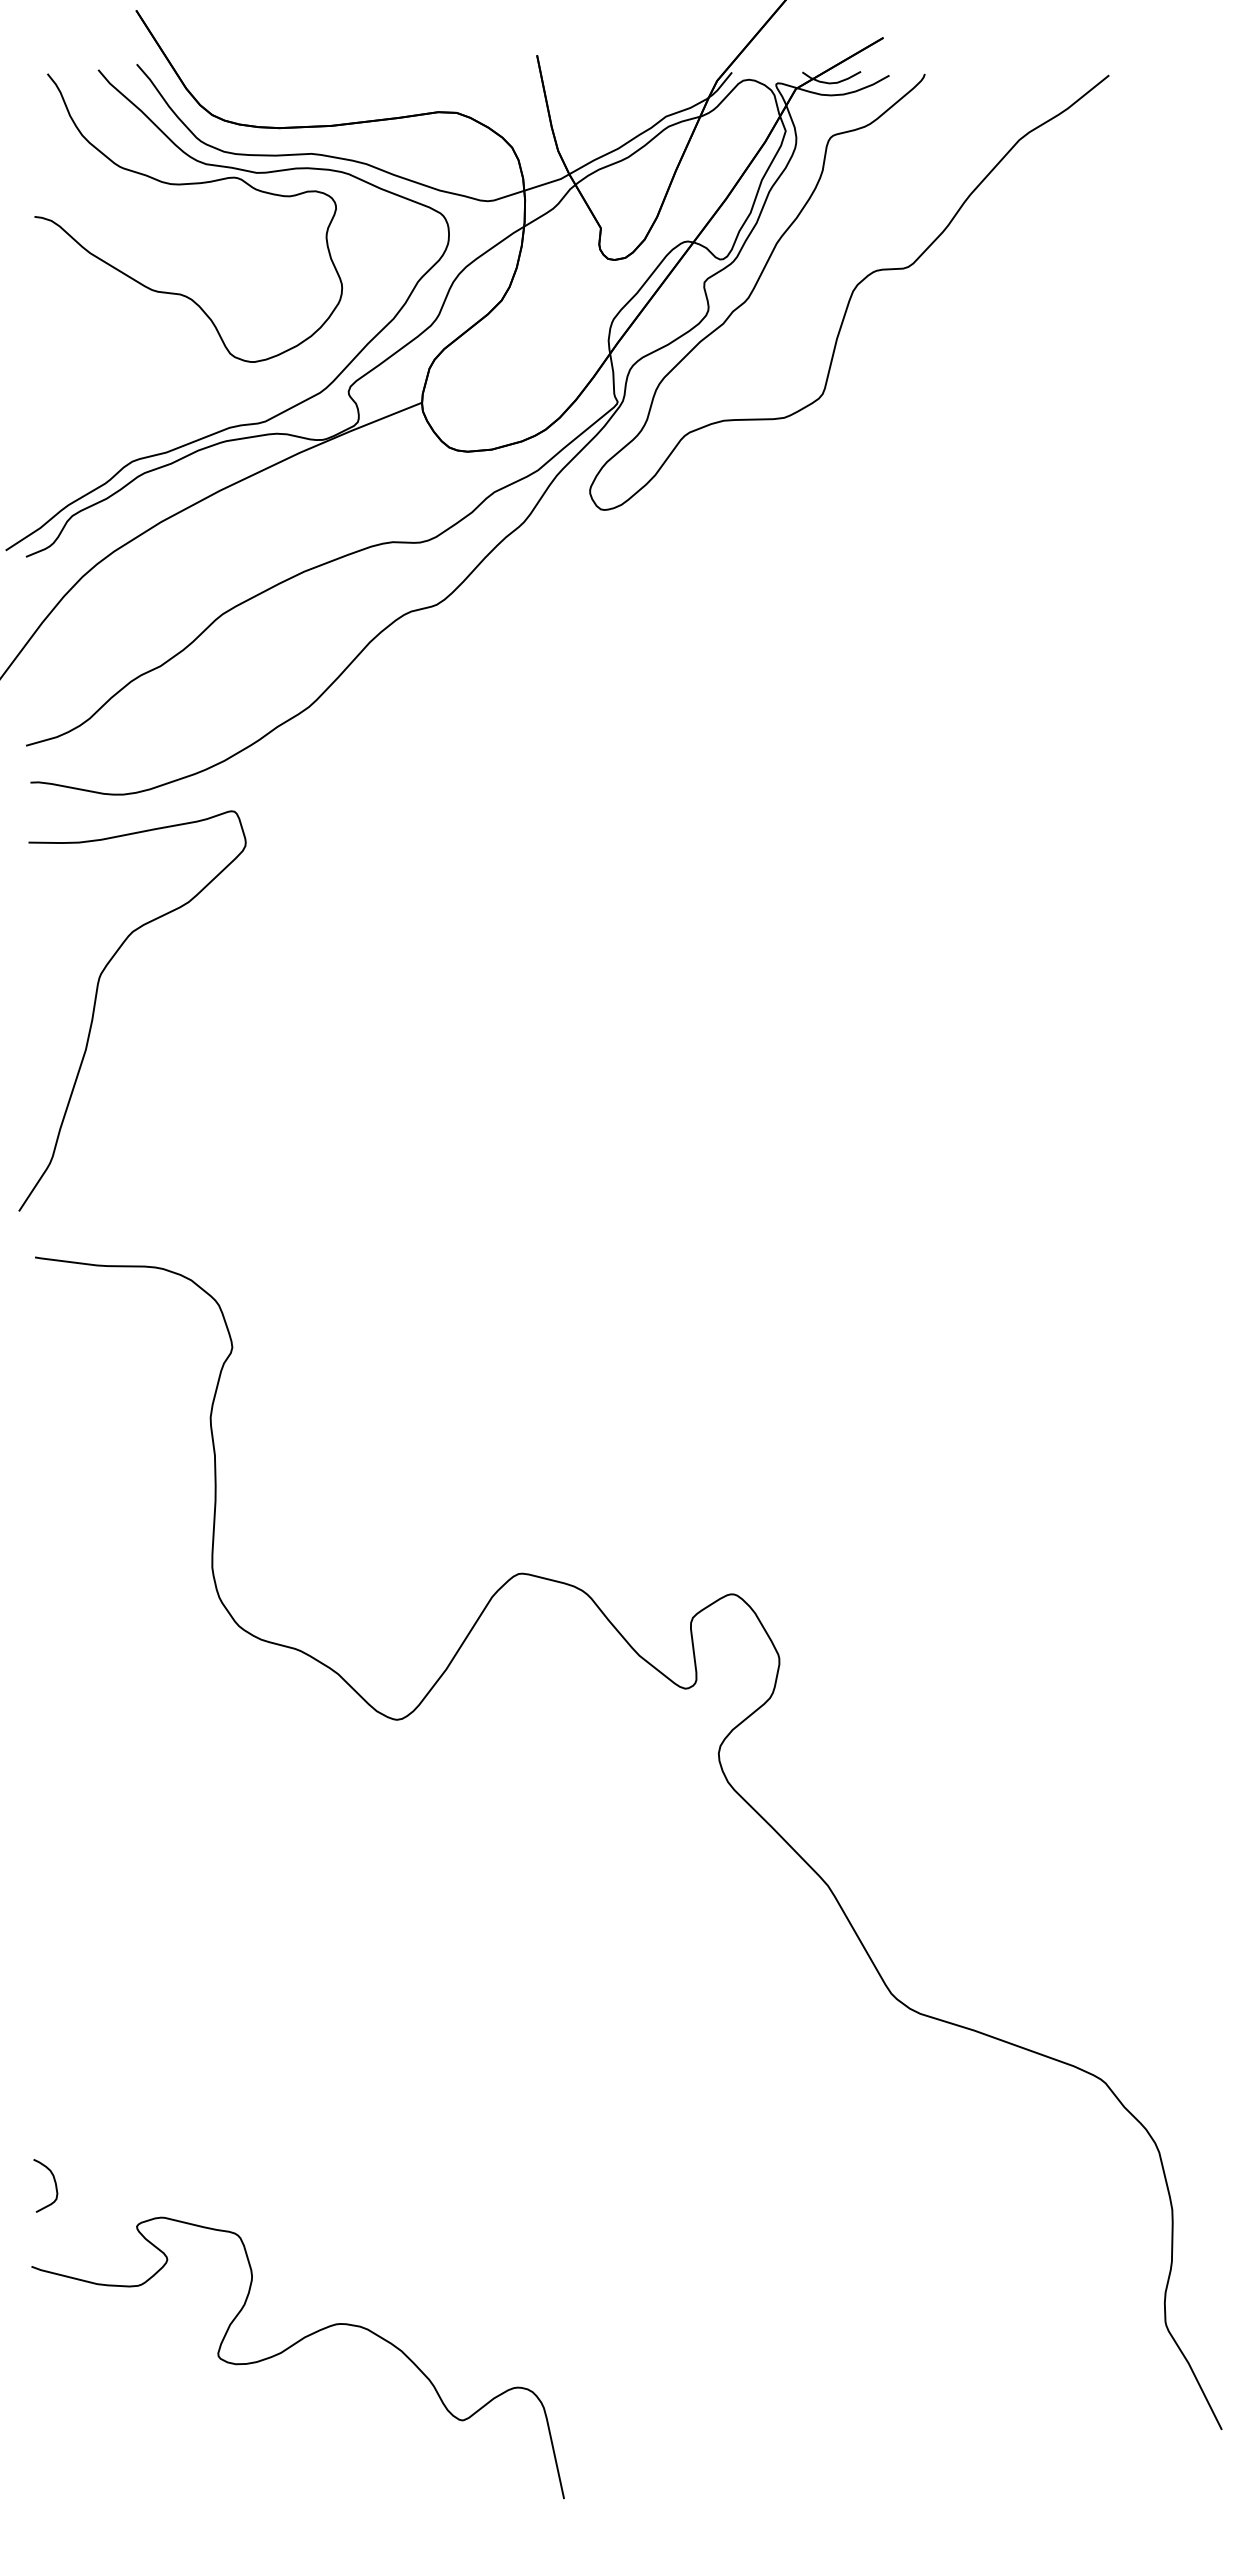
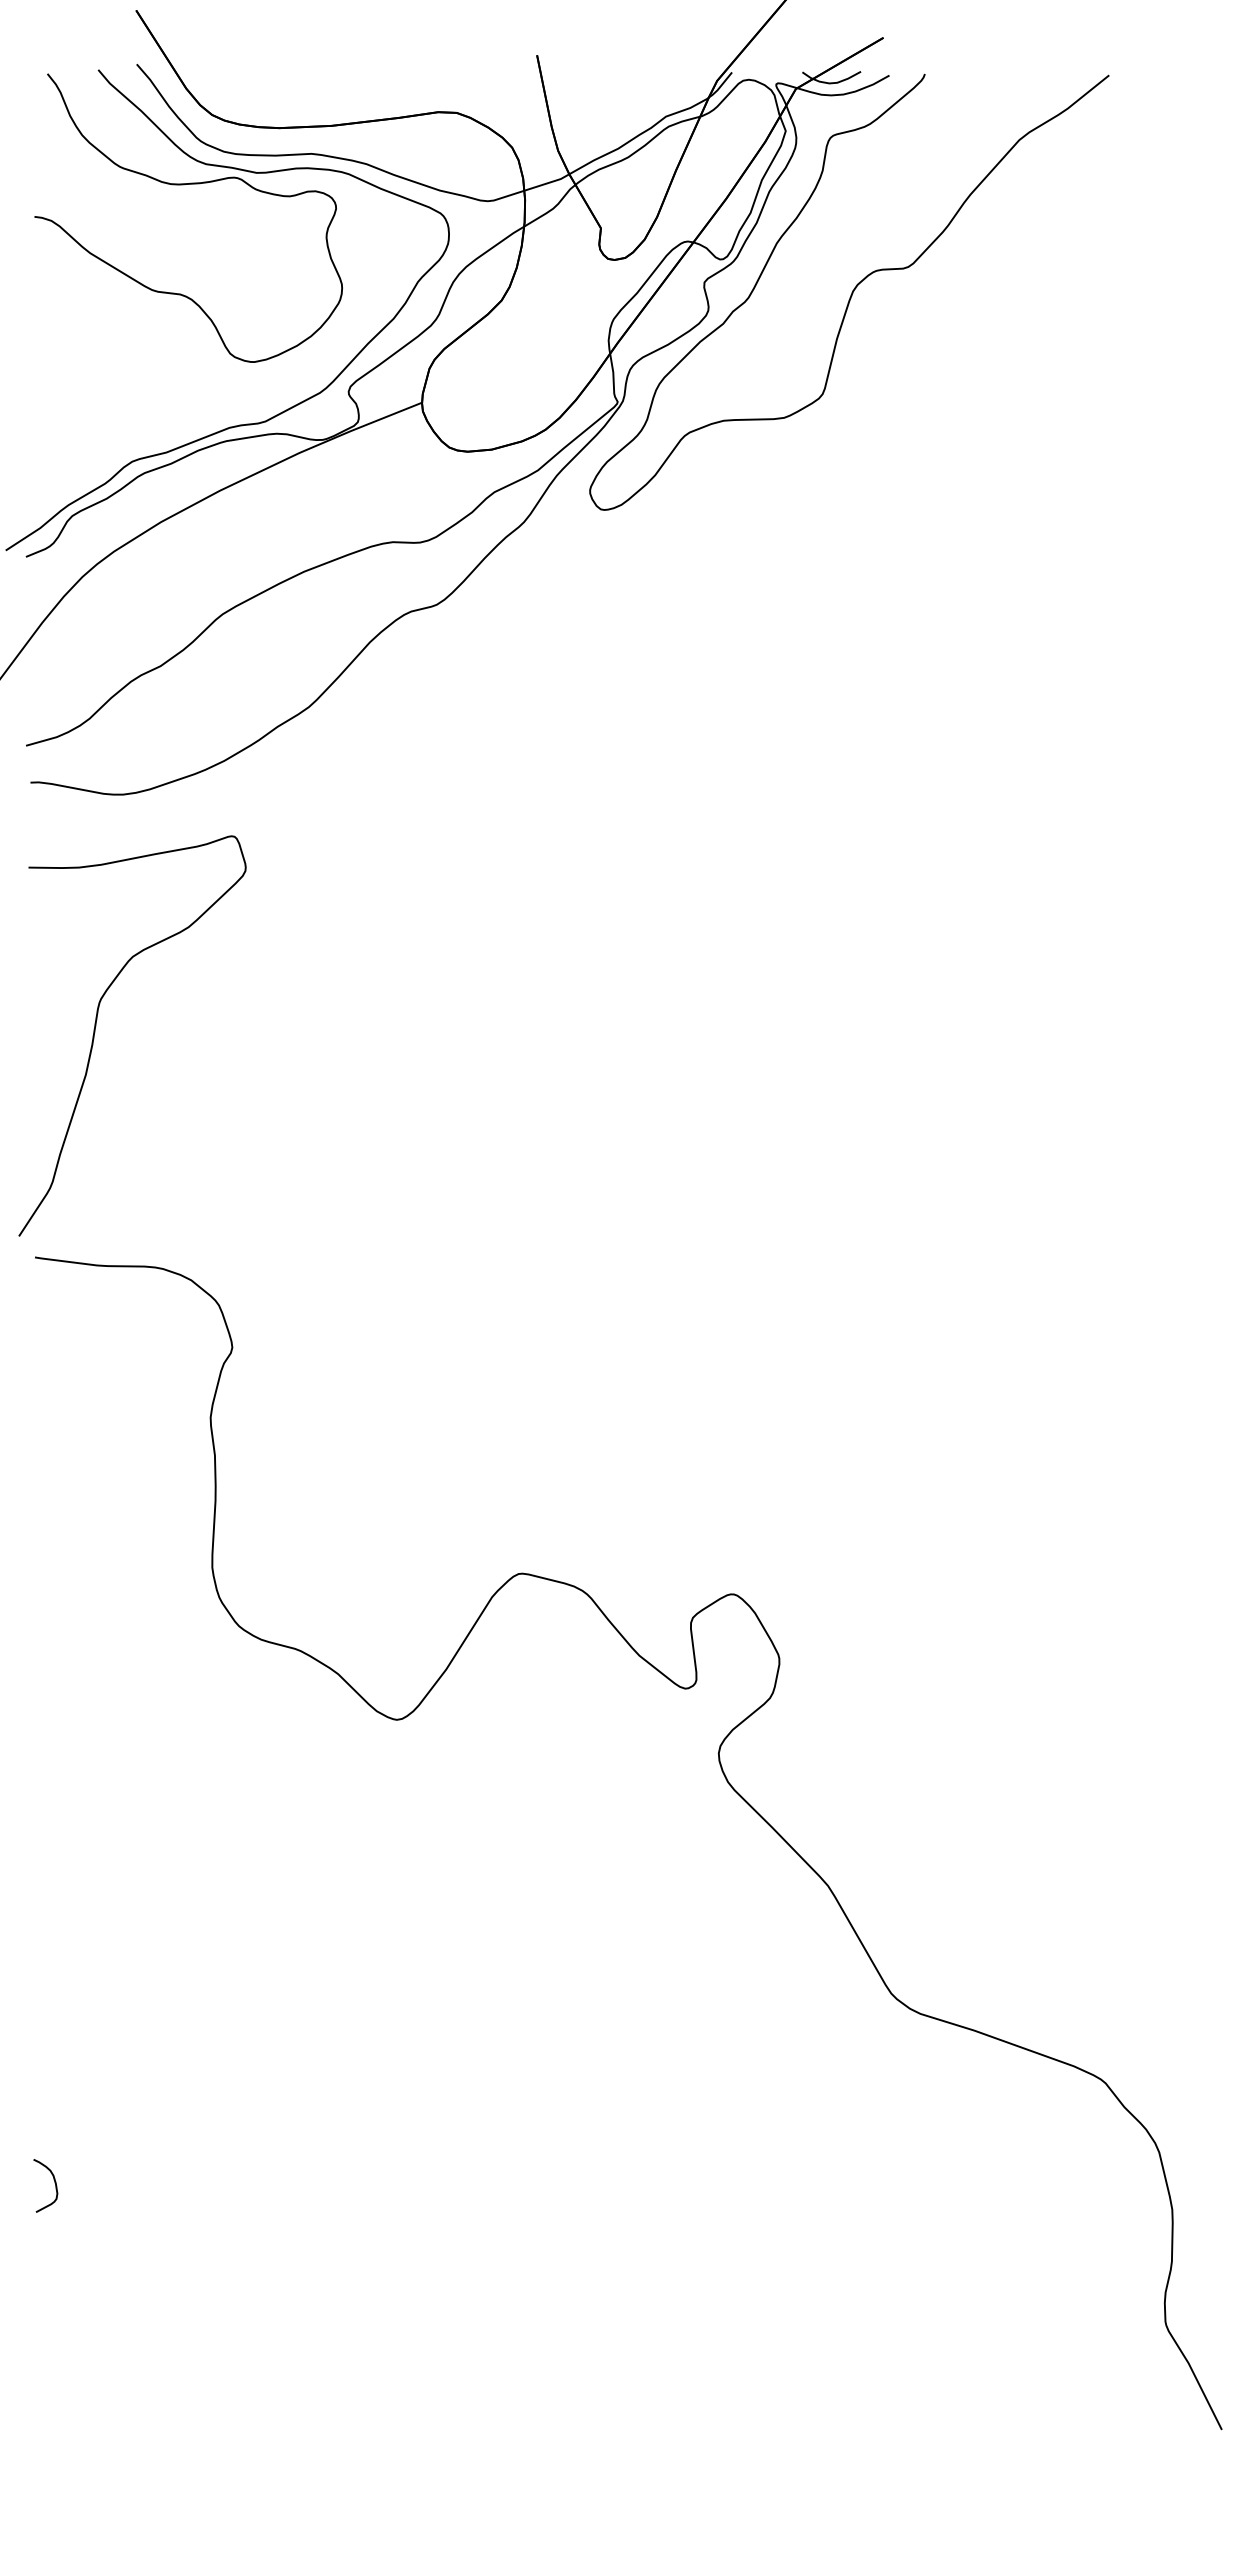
curve at (96, 1001) position: (96, 1001) -> (96, 1026)
curve at (291, 2347): present -> none
